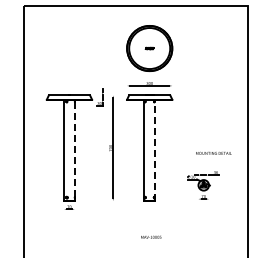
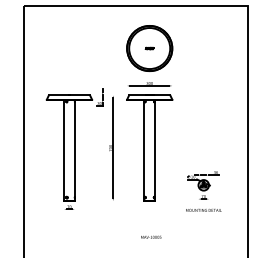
line at (74, 149): dashed -> solid
line at (155, 149): dashed -> solid
text at (213, 152) position: (213, 152) -> (203, 209)
